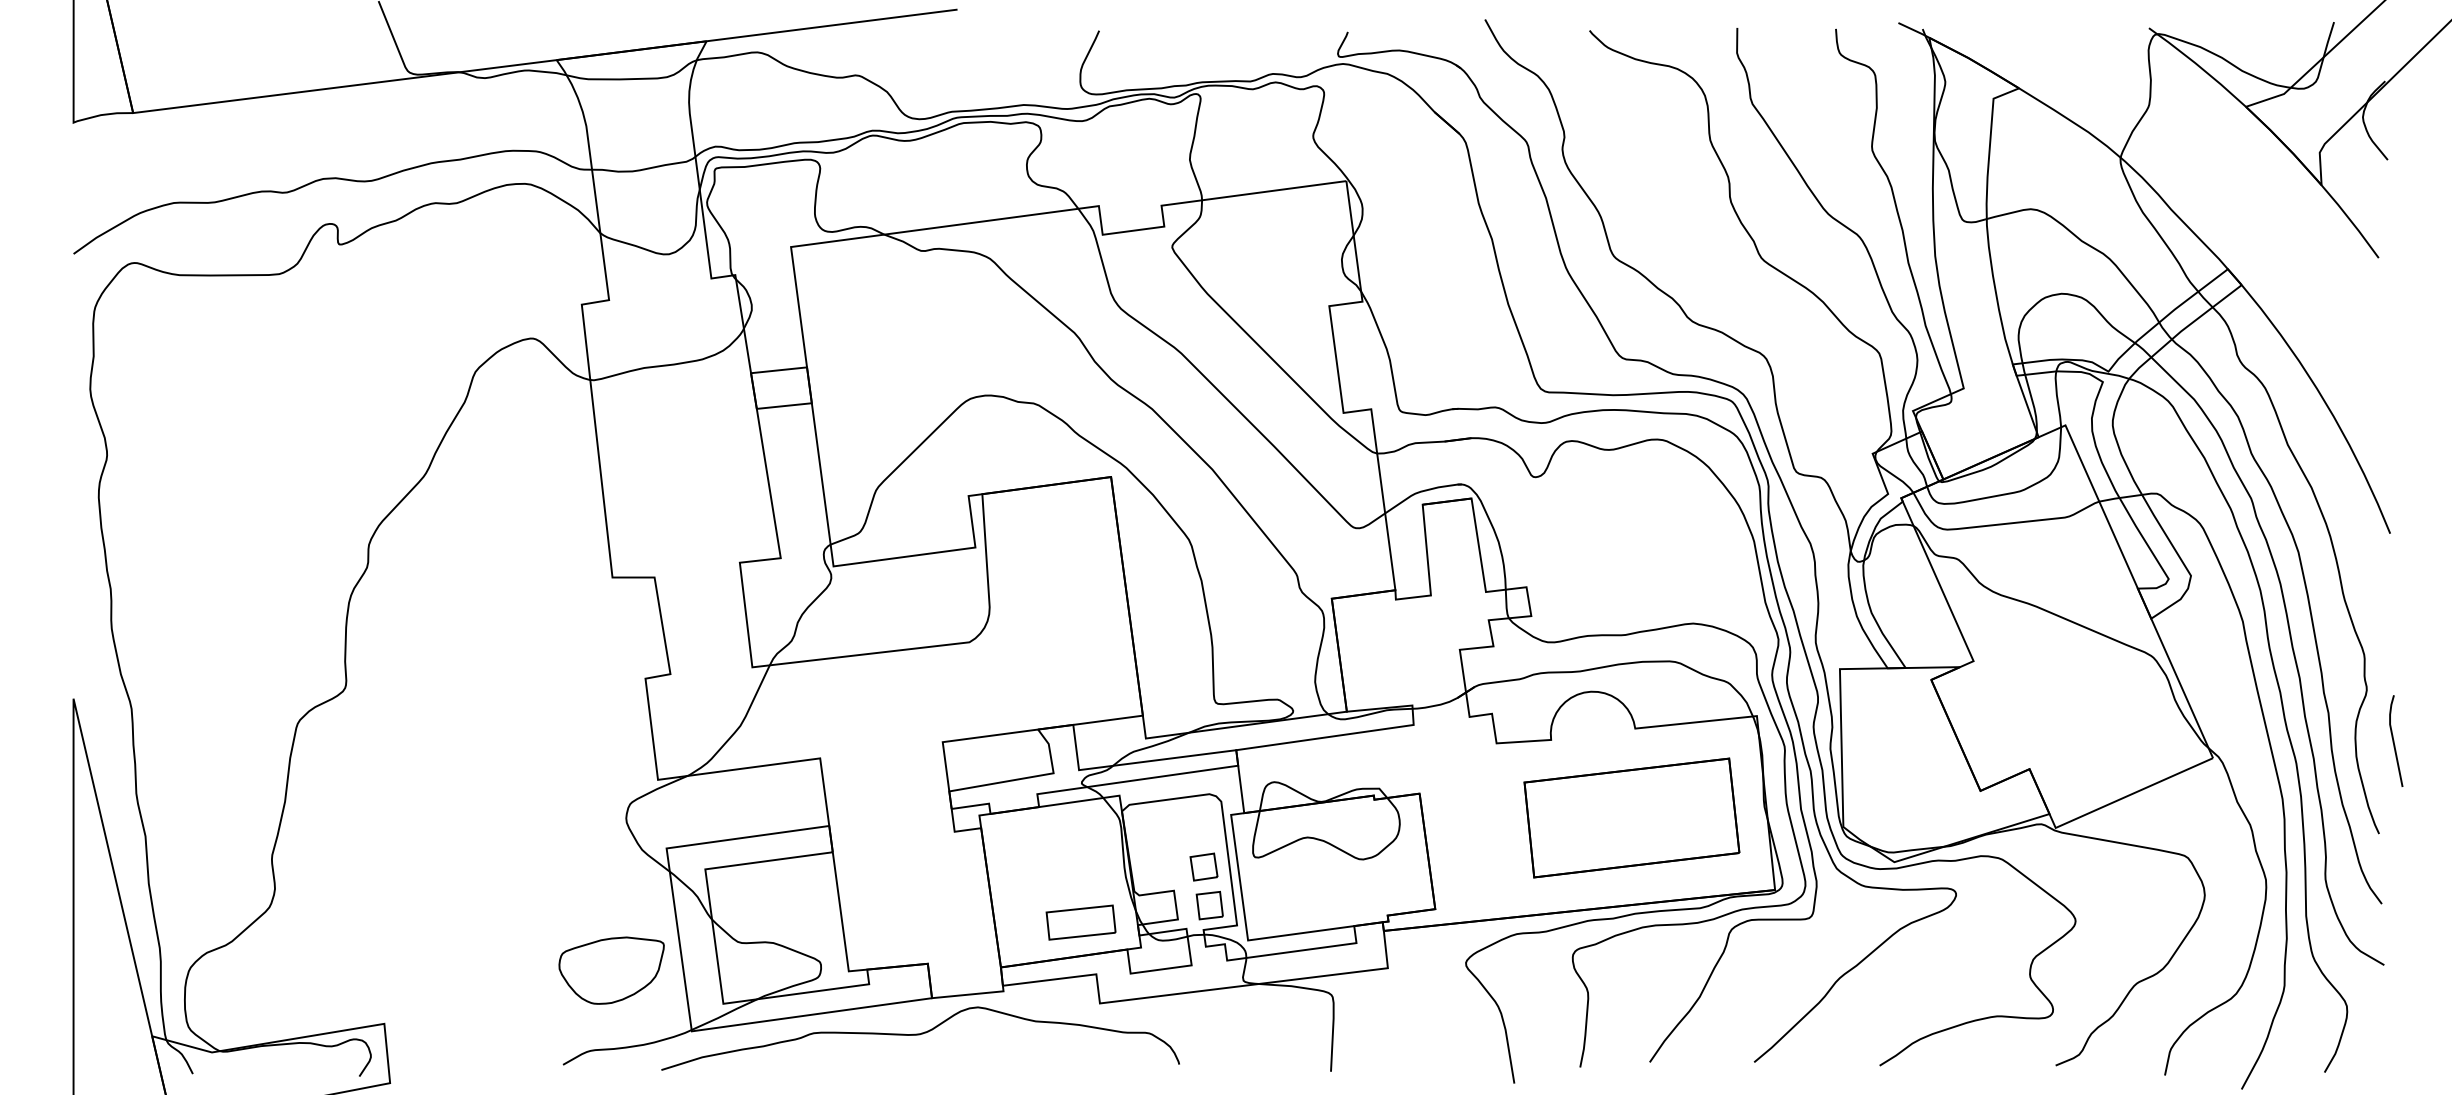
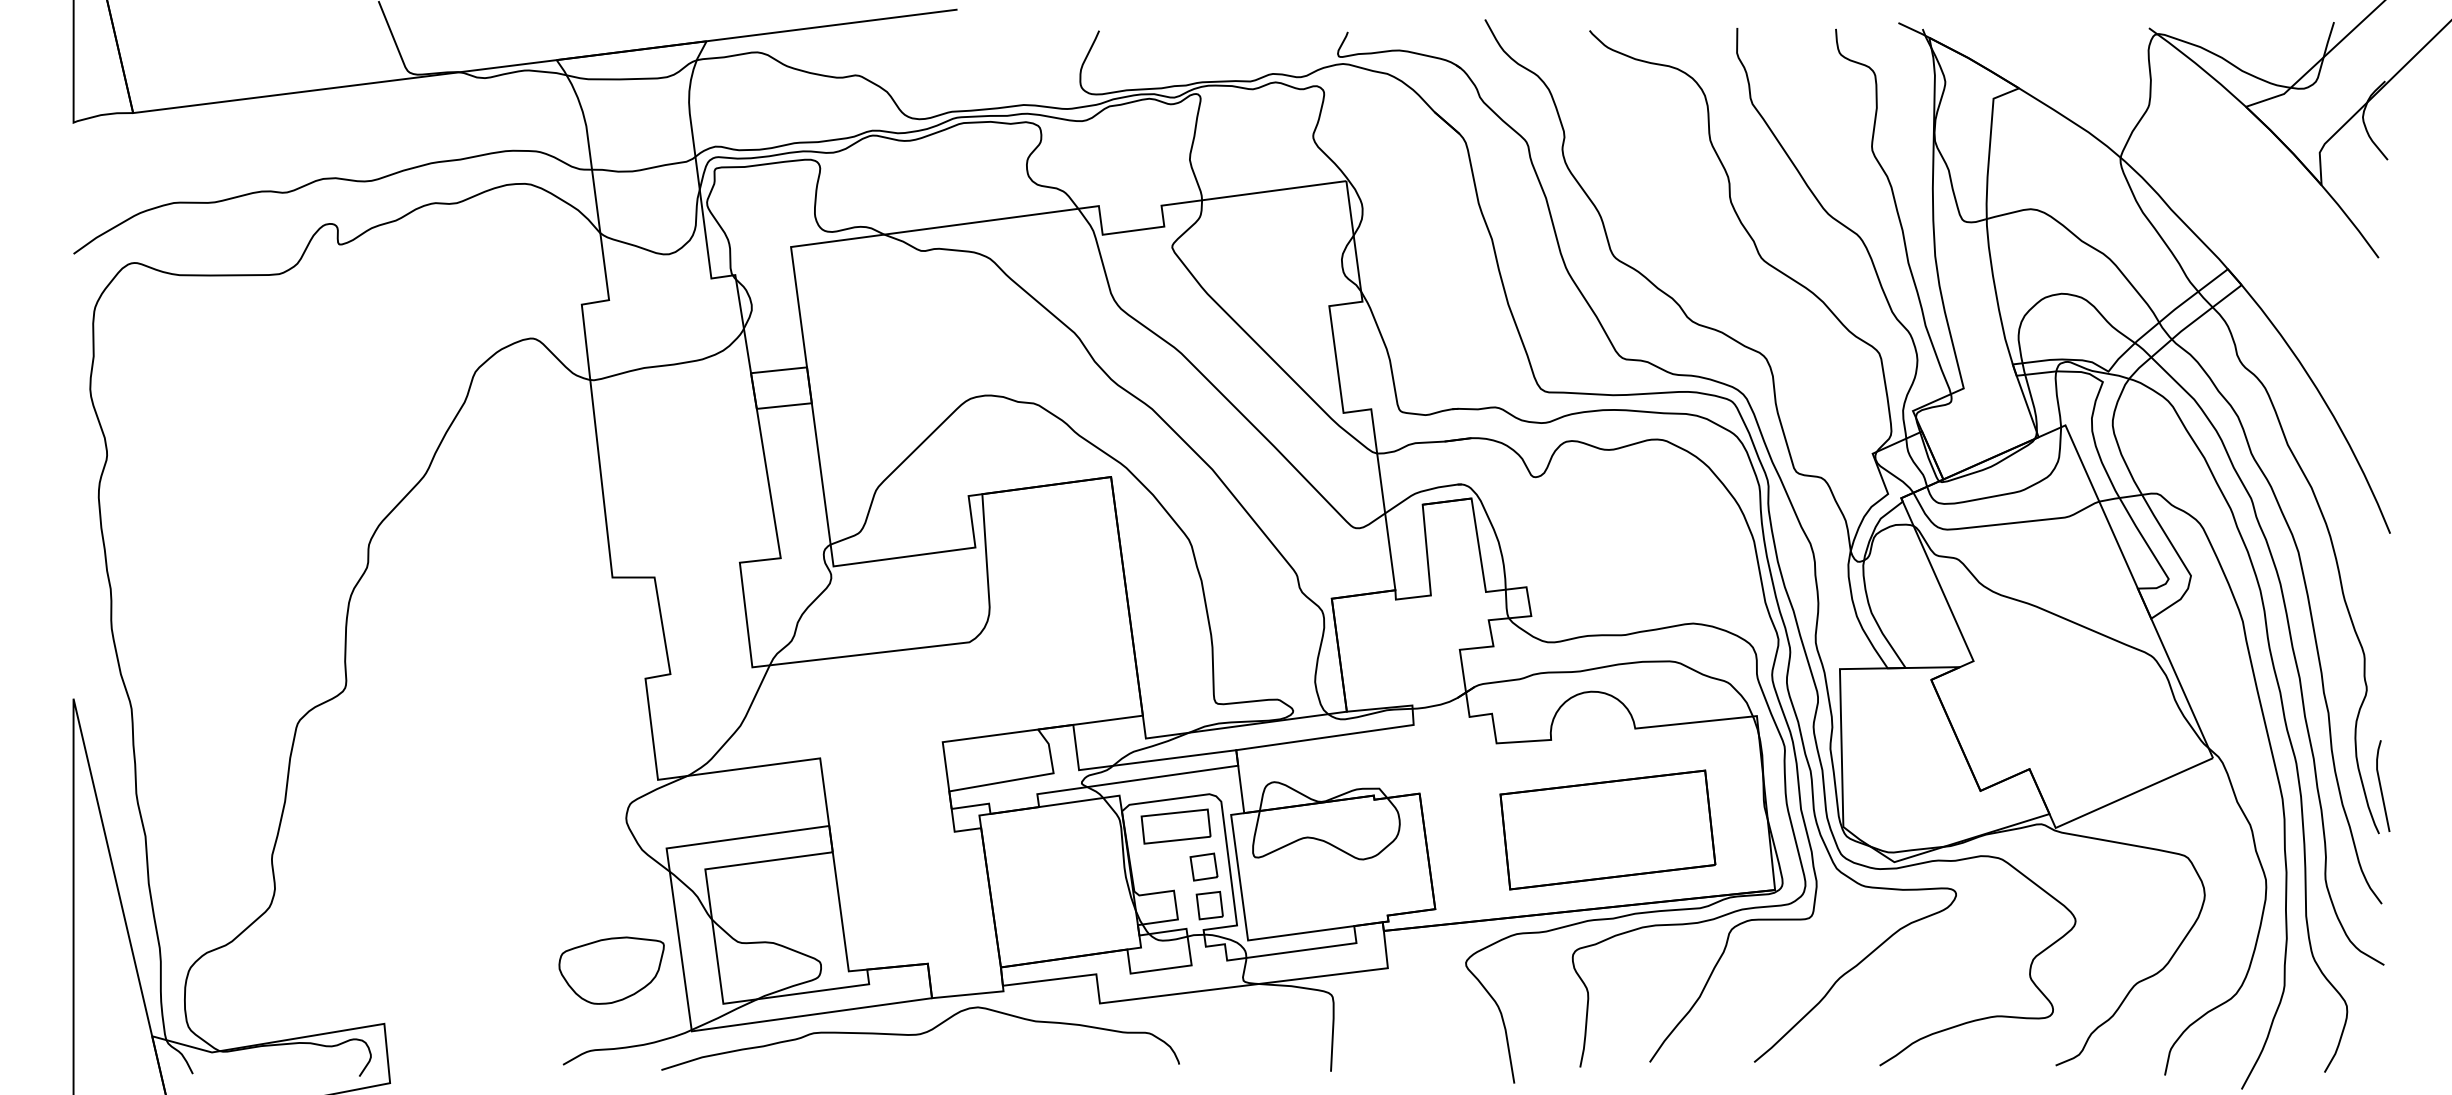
line at (2394, 740) position: (2394, 740) -> (2381, 785)
part at (1631, 817) position: (1631, 817) -> (1607, 829)
part at (1080, 922) position: (1080, 922) -> (1175, 826)
